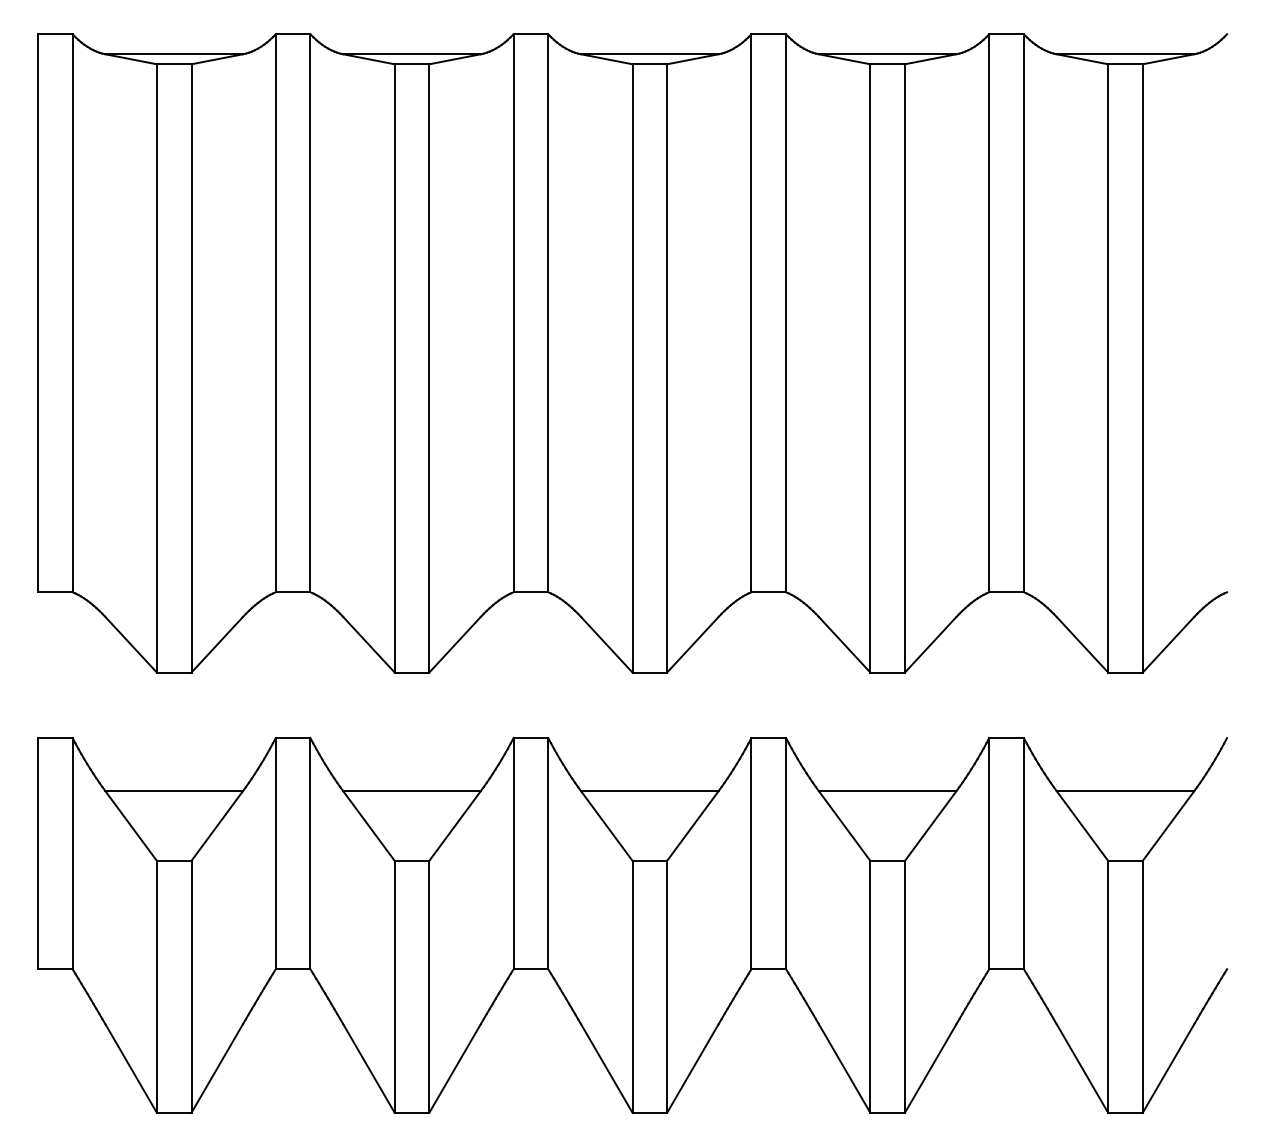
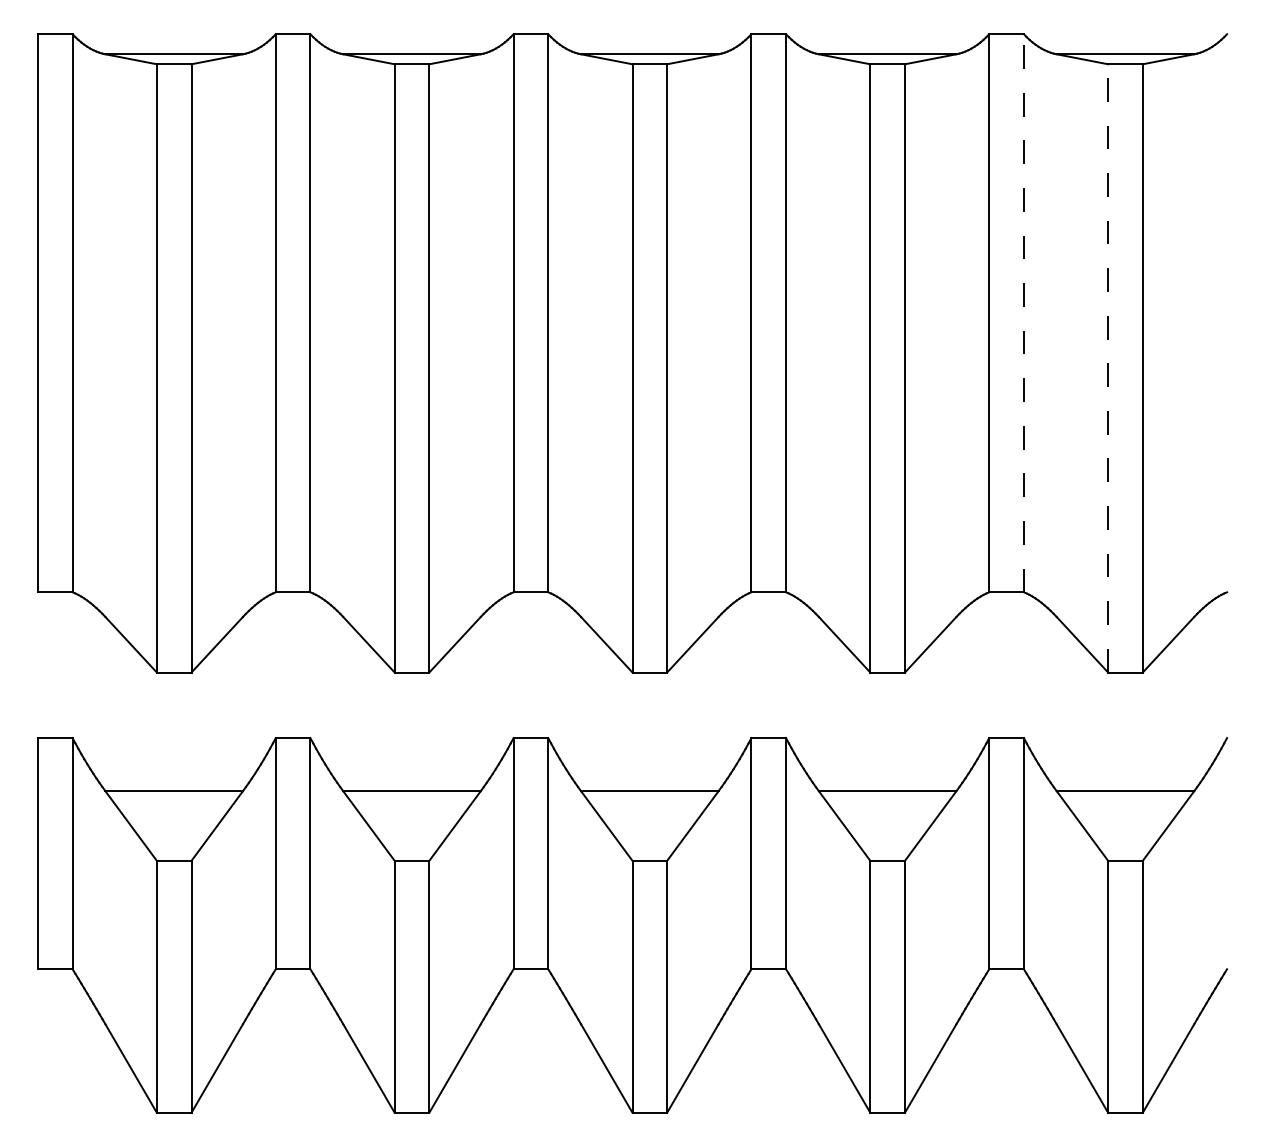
line at (1023, 312): solid -> dashed
line at (1108, 367): solid -> dashed
